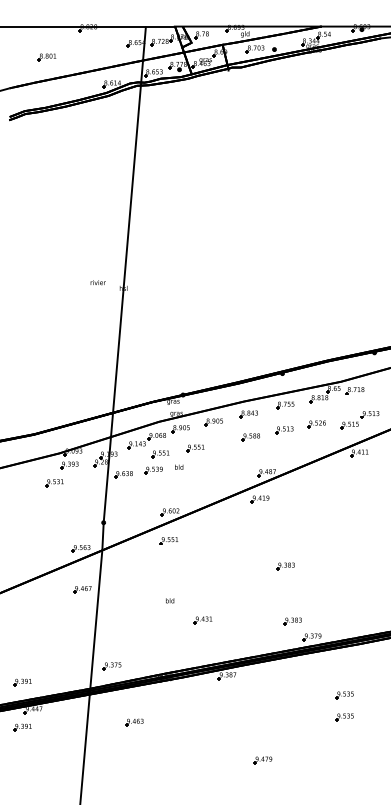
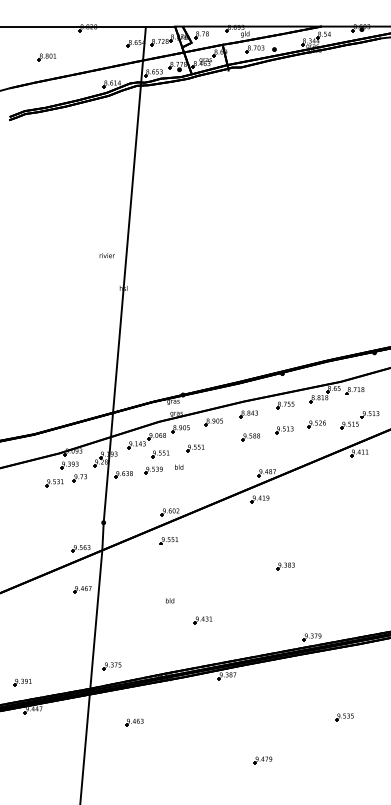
text at (97, 282) position: (97, 282) -> (106, 255)
part at (79, 478): none -> present
part at (292, 621): present -> none
part at (344, 695): present -> none
part at (22, 727): present -> none
